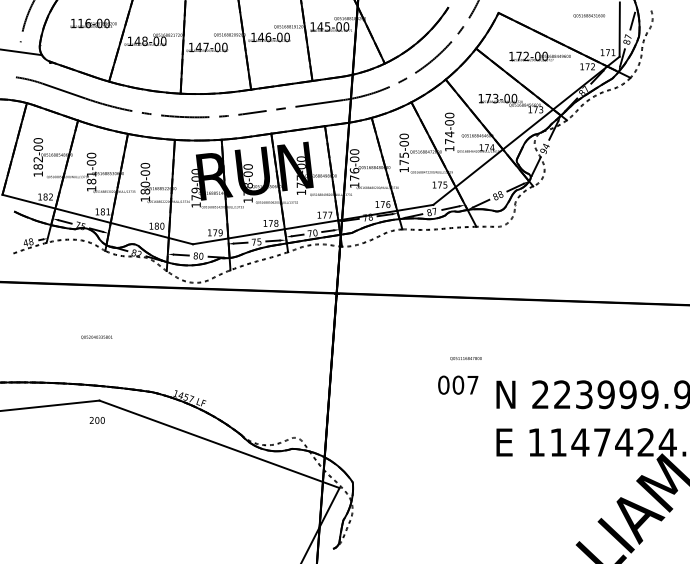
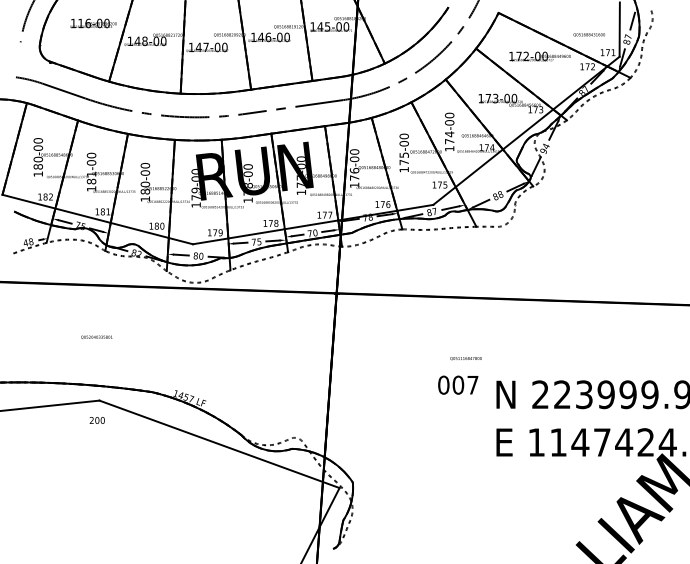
text at (588, 15) position: (588, 15) -> (588, 34)
line at (22, 52): present -> none
text at (38, 159): 182-00 -> 180-00
